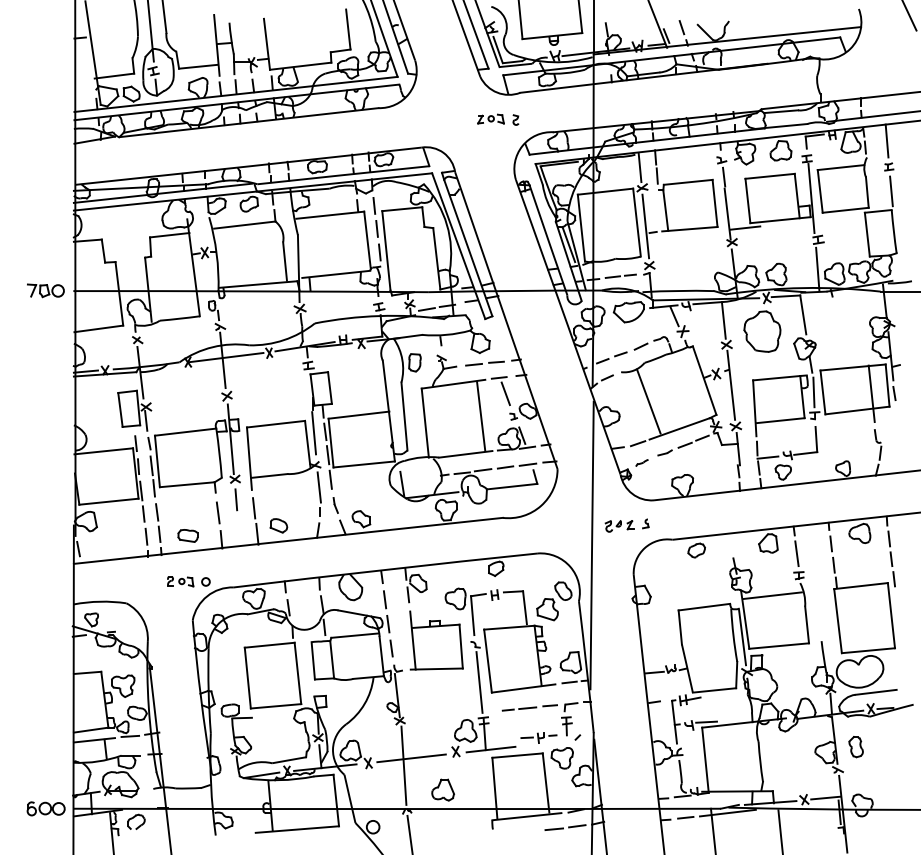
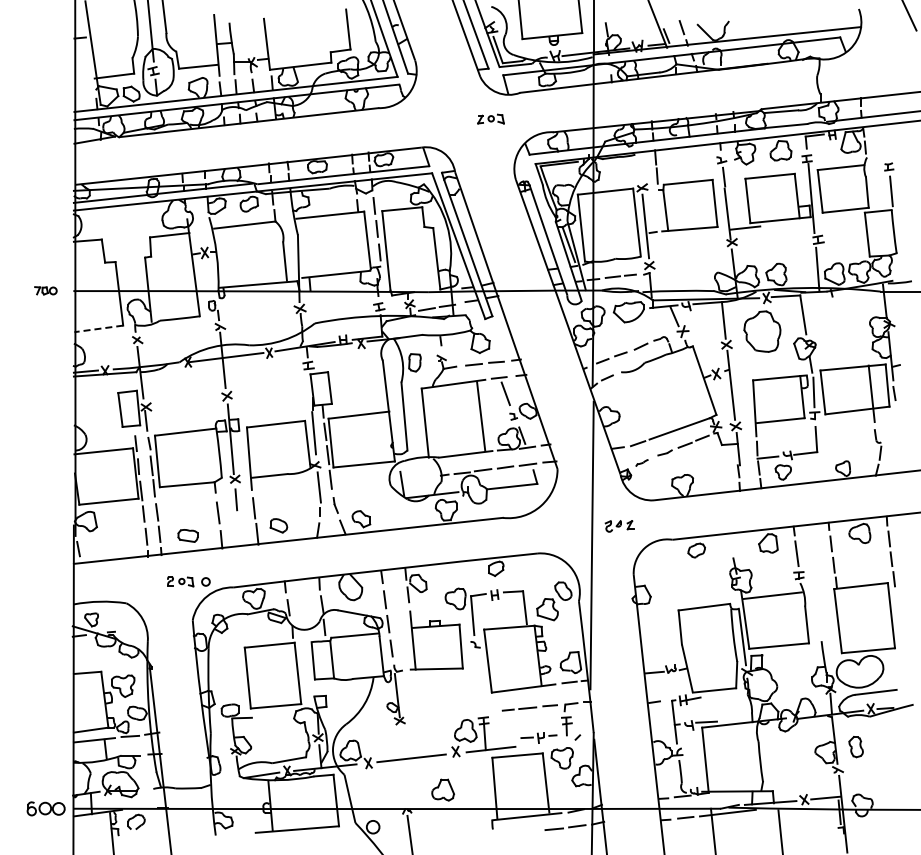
part at (515, 119): present -> none
line at (886, 140): present -> none
line at (639, 167): present -> none
part at (45, 290) size: 38x16 px -> 24x10 px
line at (98, 328): solid -> dashed
line at (648, 401): present -> none
part at (645, 523): present -> none
line at (479, 682): present -> none
line at (403, 765): present -> none
